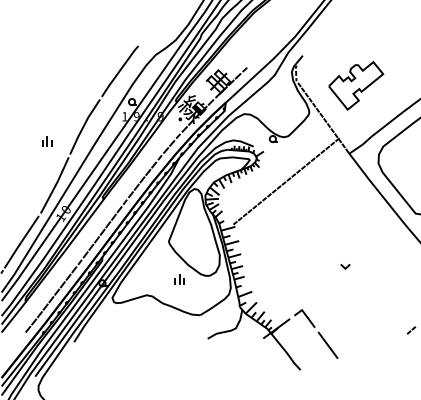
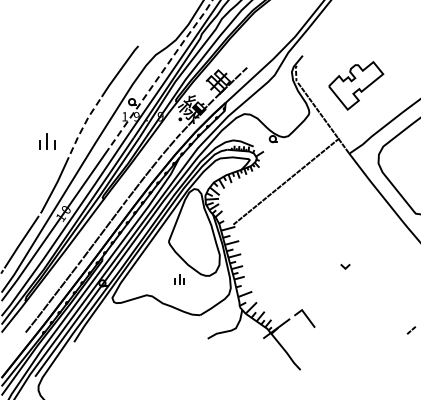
line at (161, 72): solid -> dashed
line at (83, 126): solid -> dashed
part at (47, 141) size: 11x11 px -> 17x17 px
line at (327, 344): present -> none
